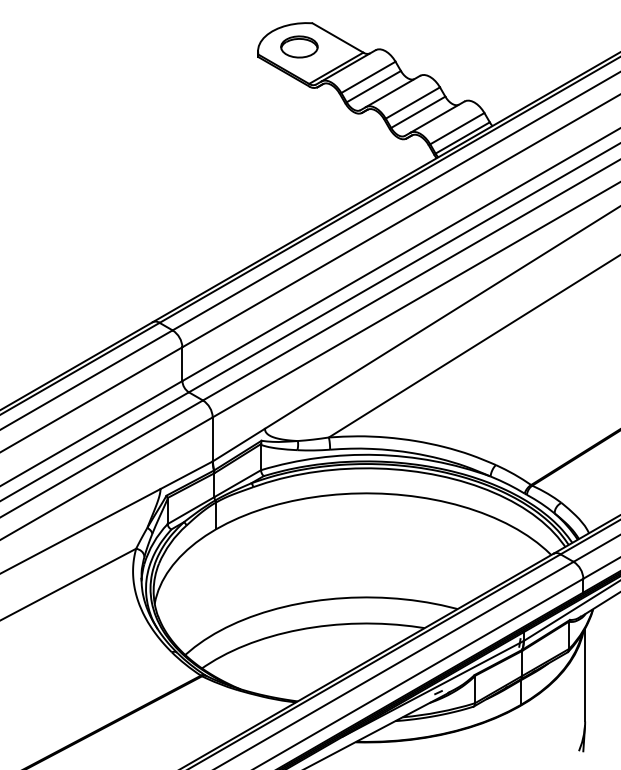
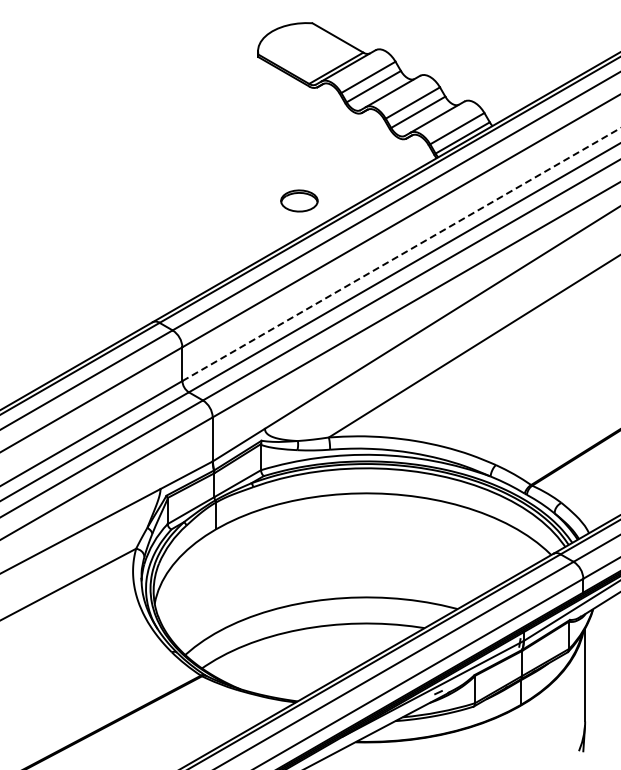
part at (299, 46) position: (299, 46) -> (299, 200)
line at (401, 254): solid -> dashed
